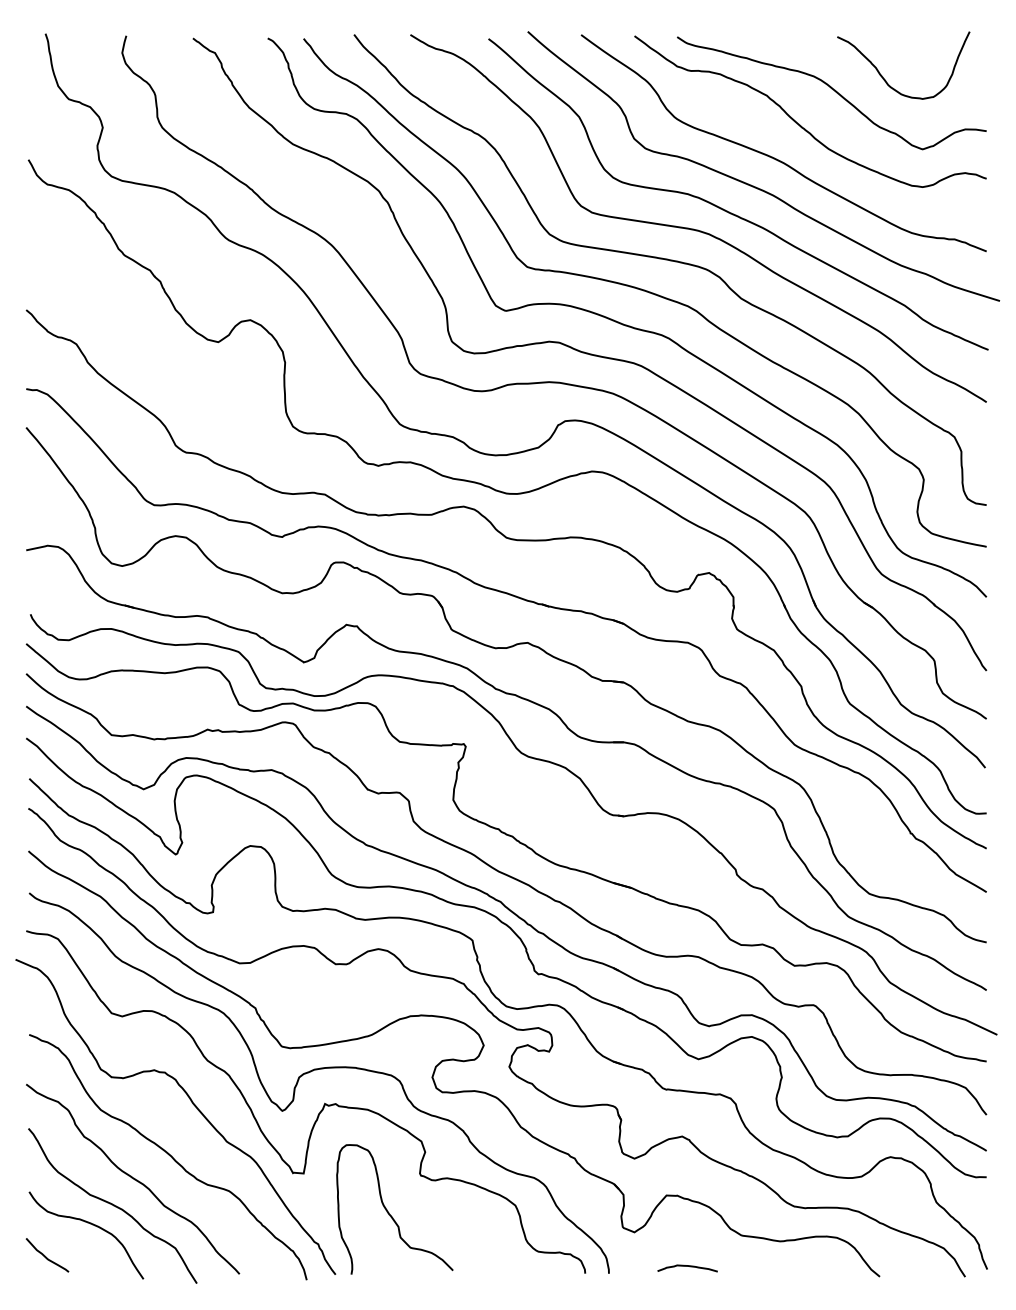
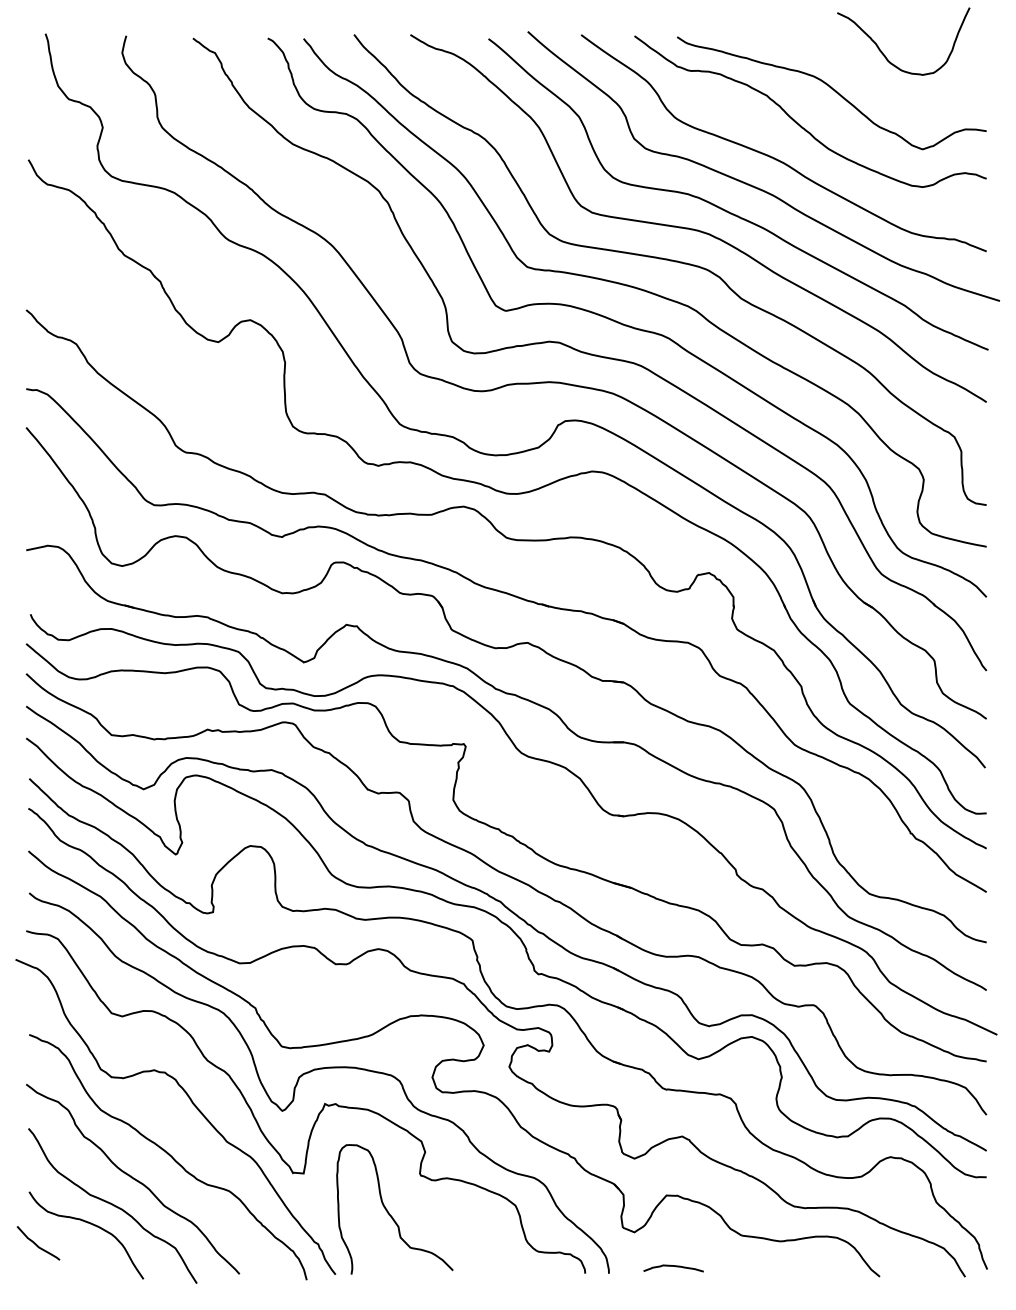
curve at (886, 80) position: (886, 80) -> (886, 56)
curve at (46, 1256) position: (46, 1256) -> (37, 1244)
curve at (687, 1266) position: (687, 1266) -> (673, 1266)
